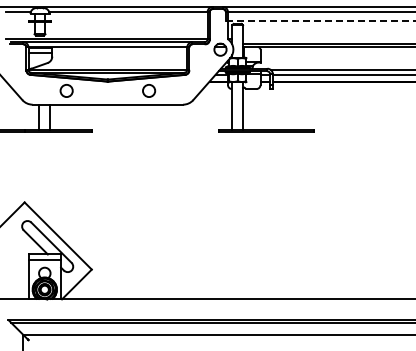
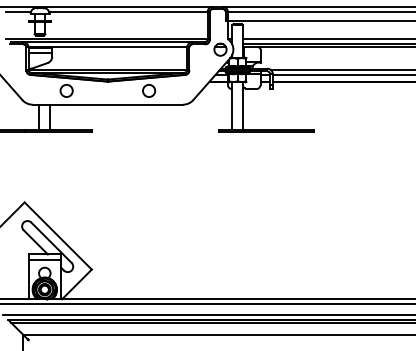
line at (320, 20): dashed -> solid
line at (327, 39): none -> present
line at (207, 304): none -> present
line at (207, 314): none -> present
